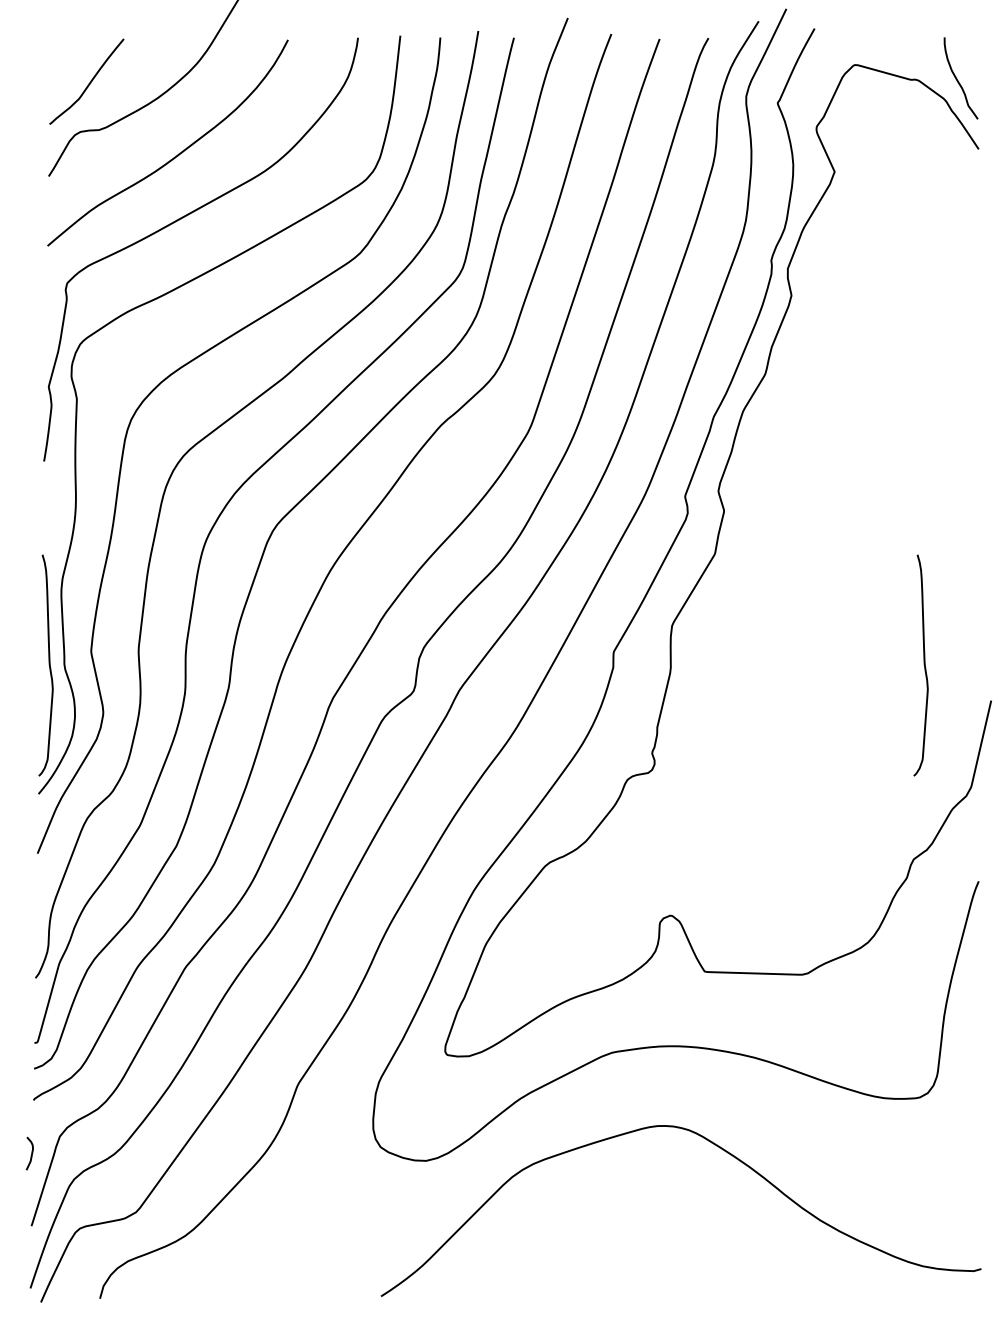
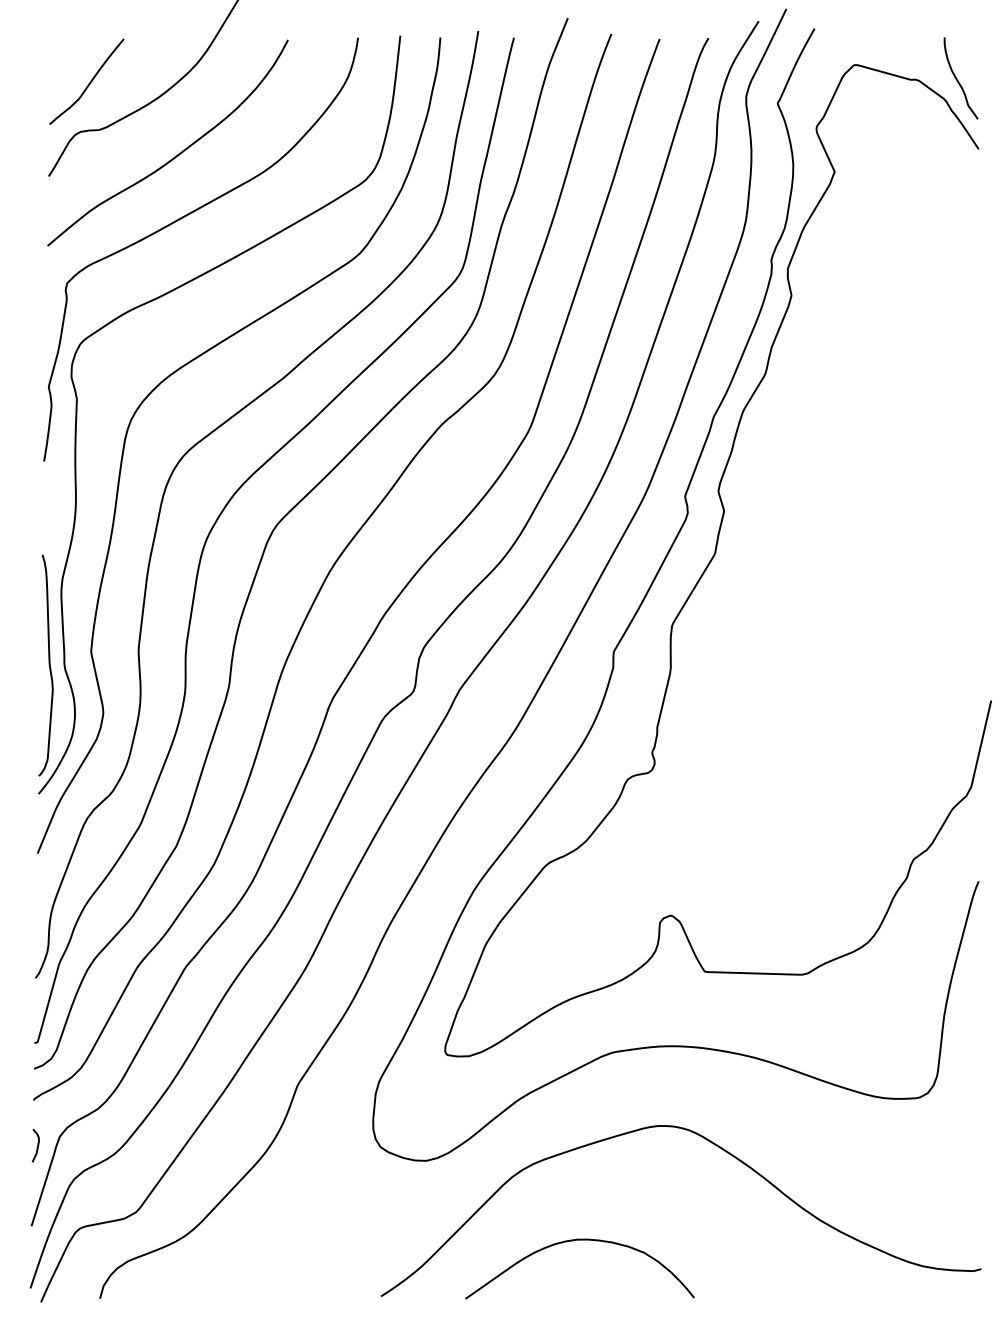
curve at (923, 664): present -> none
curve at (31, 1153) position: (31, 1153) -> (37, 1145)
curve at (573, 1241): none -> present
